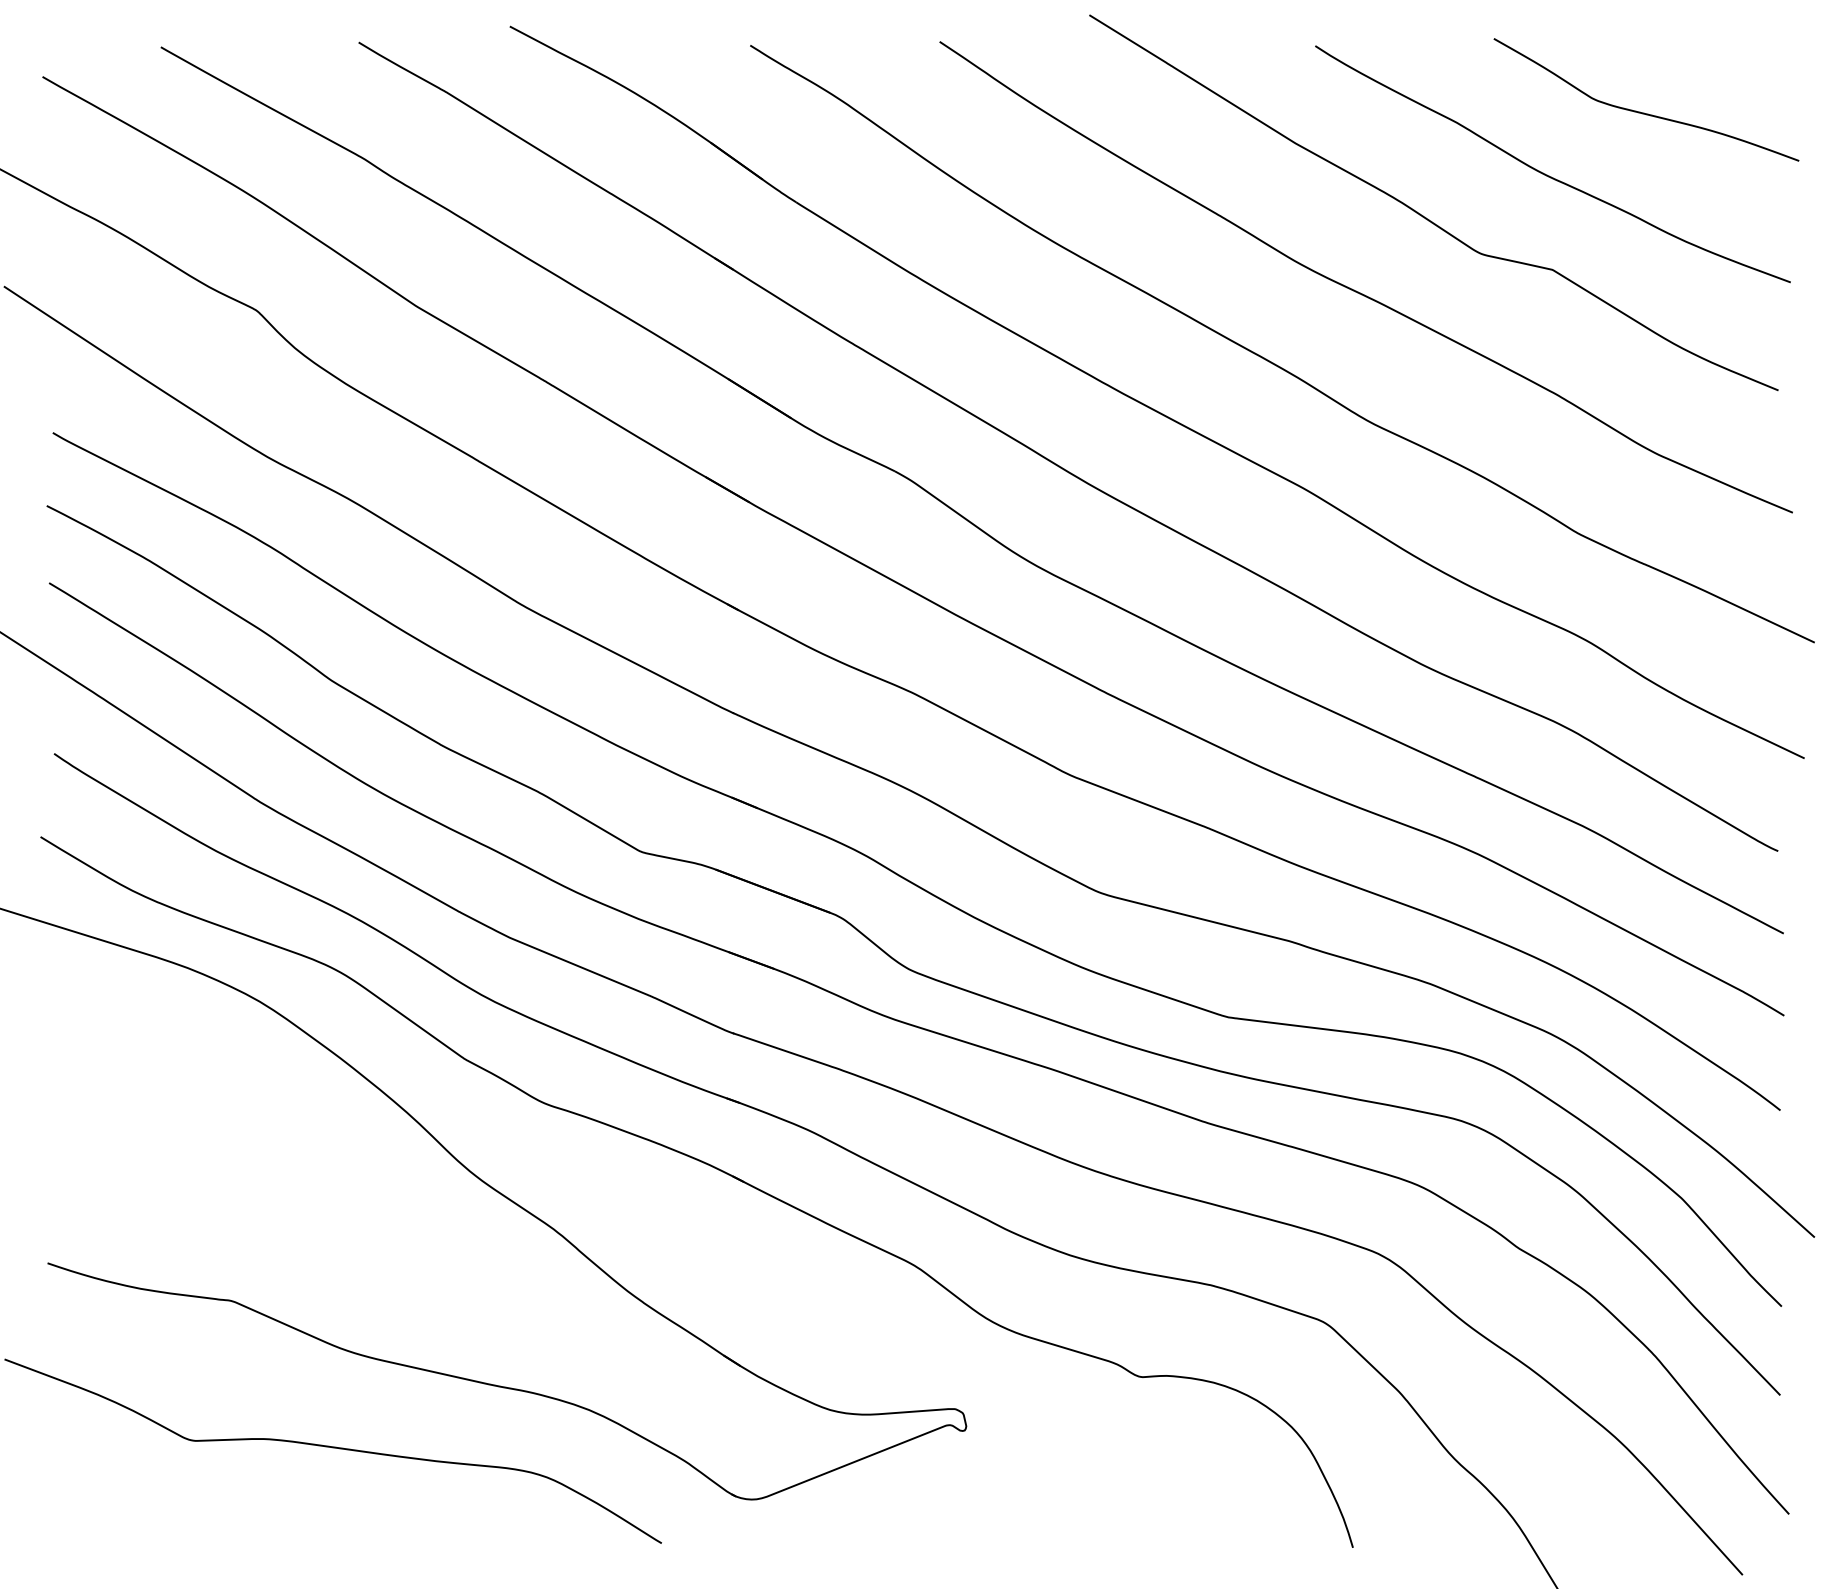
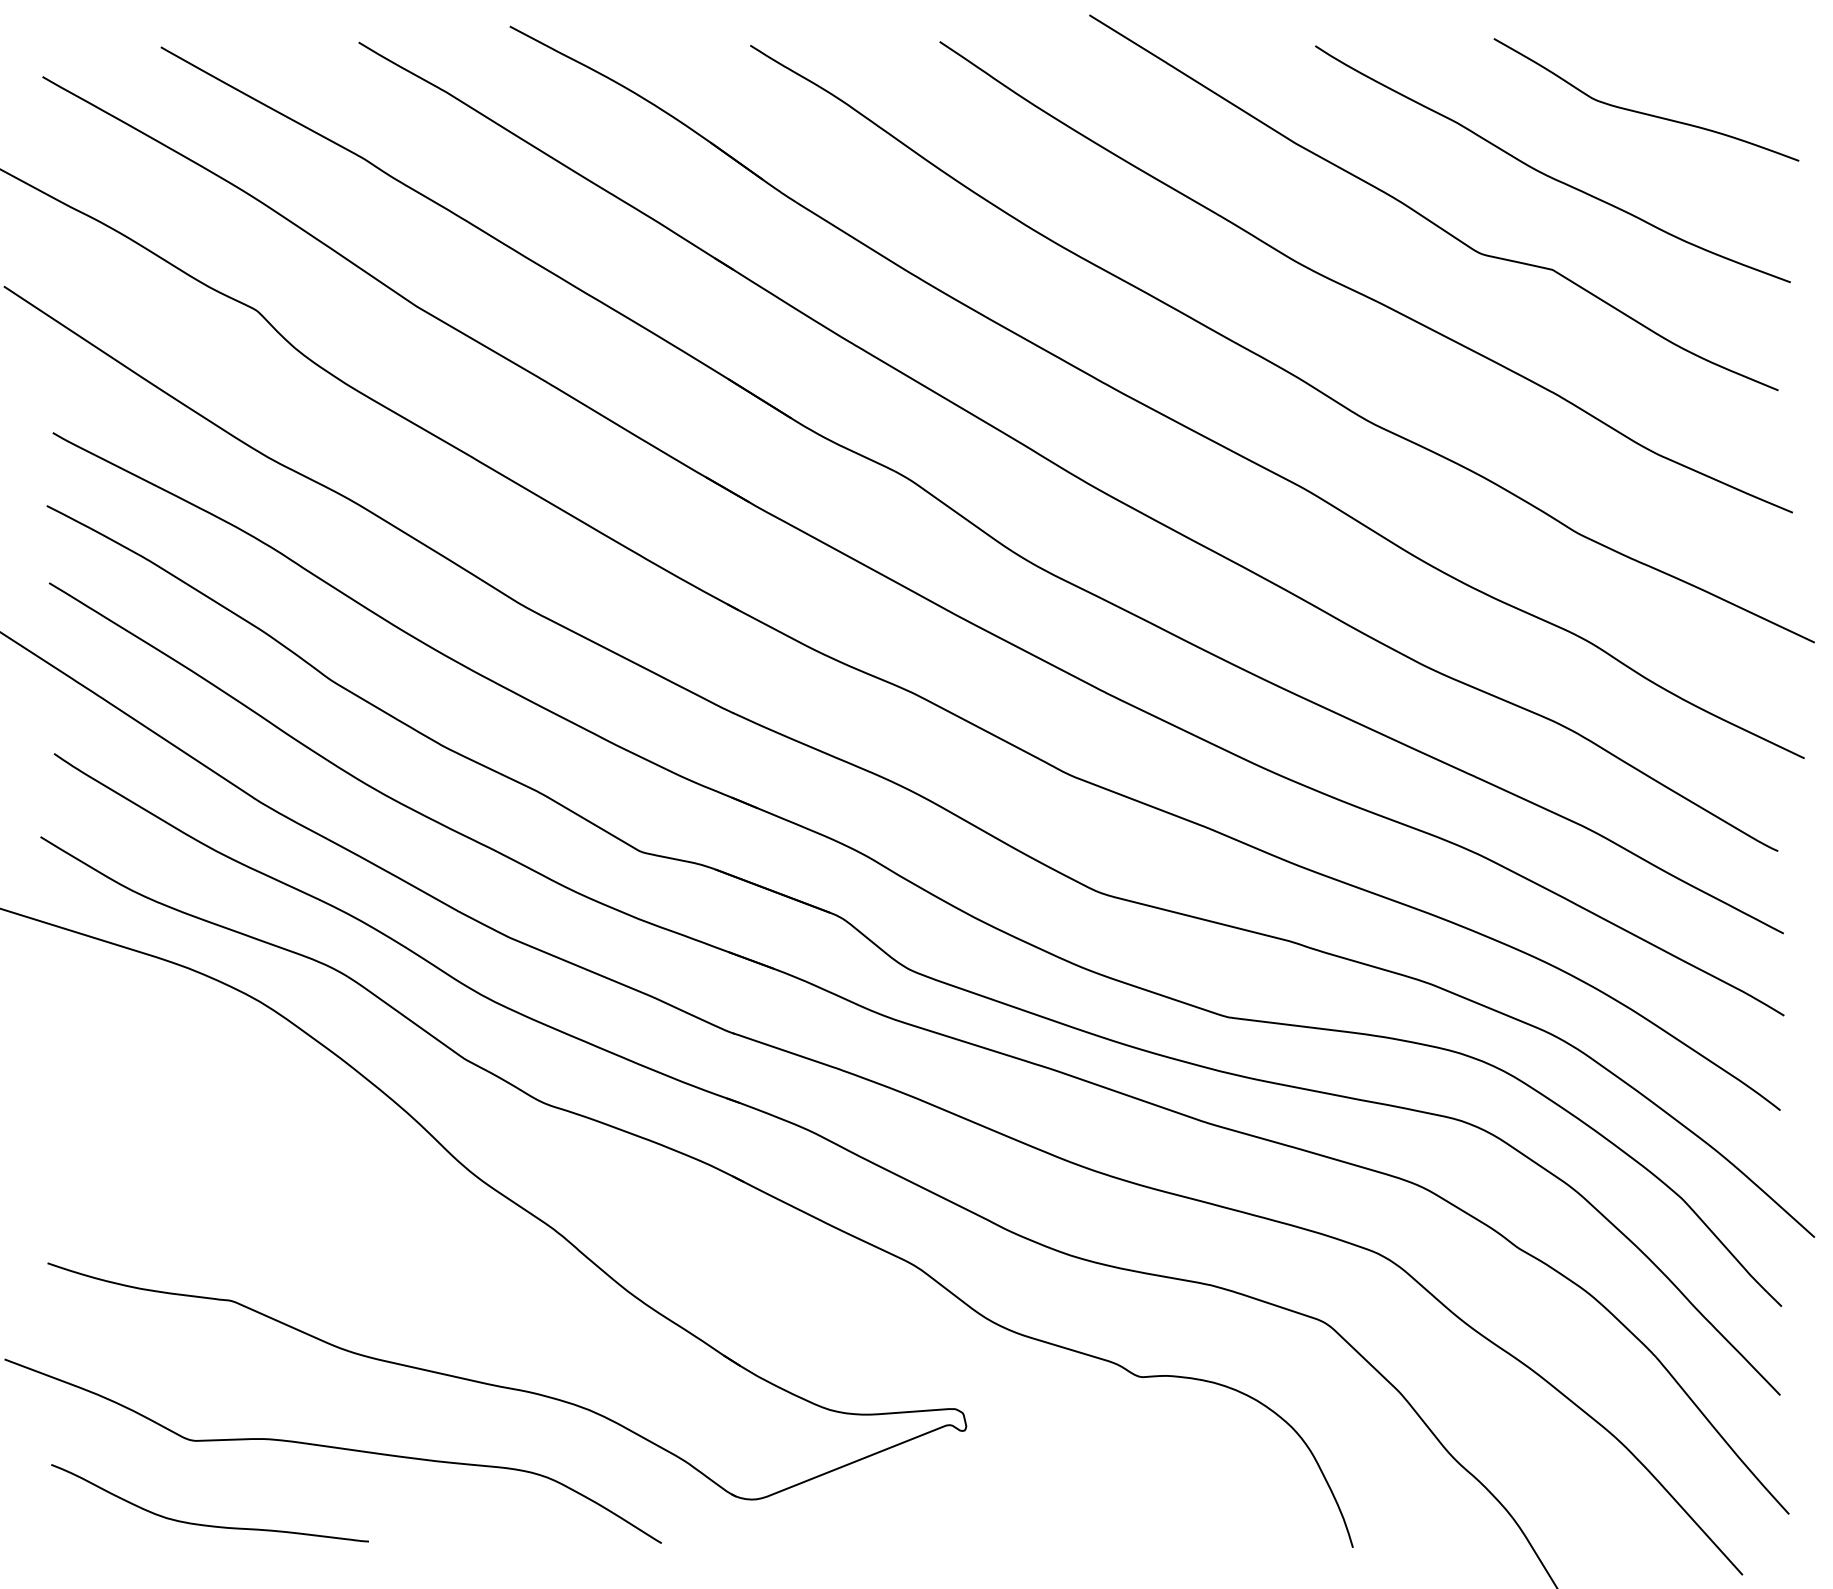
curve at (207, 1524): none -> present
